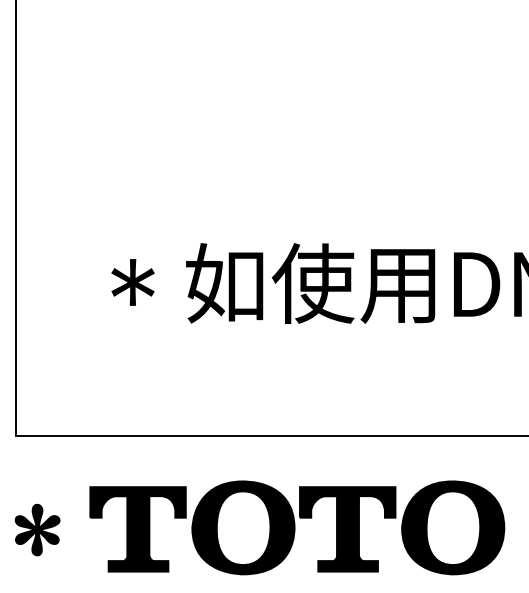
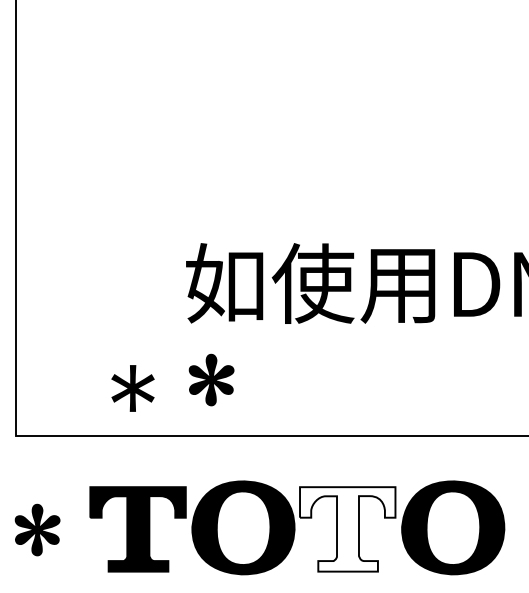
part at (132, 282) position: (132, 282) -> (132, 388)
part at (211, 379): none -> present
fill at (347, 529): present -> none
